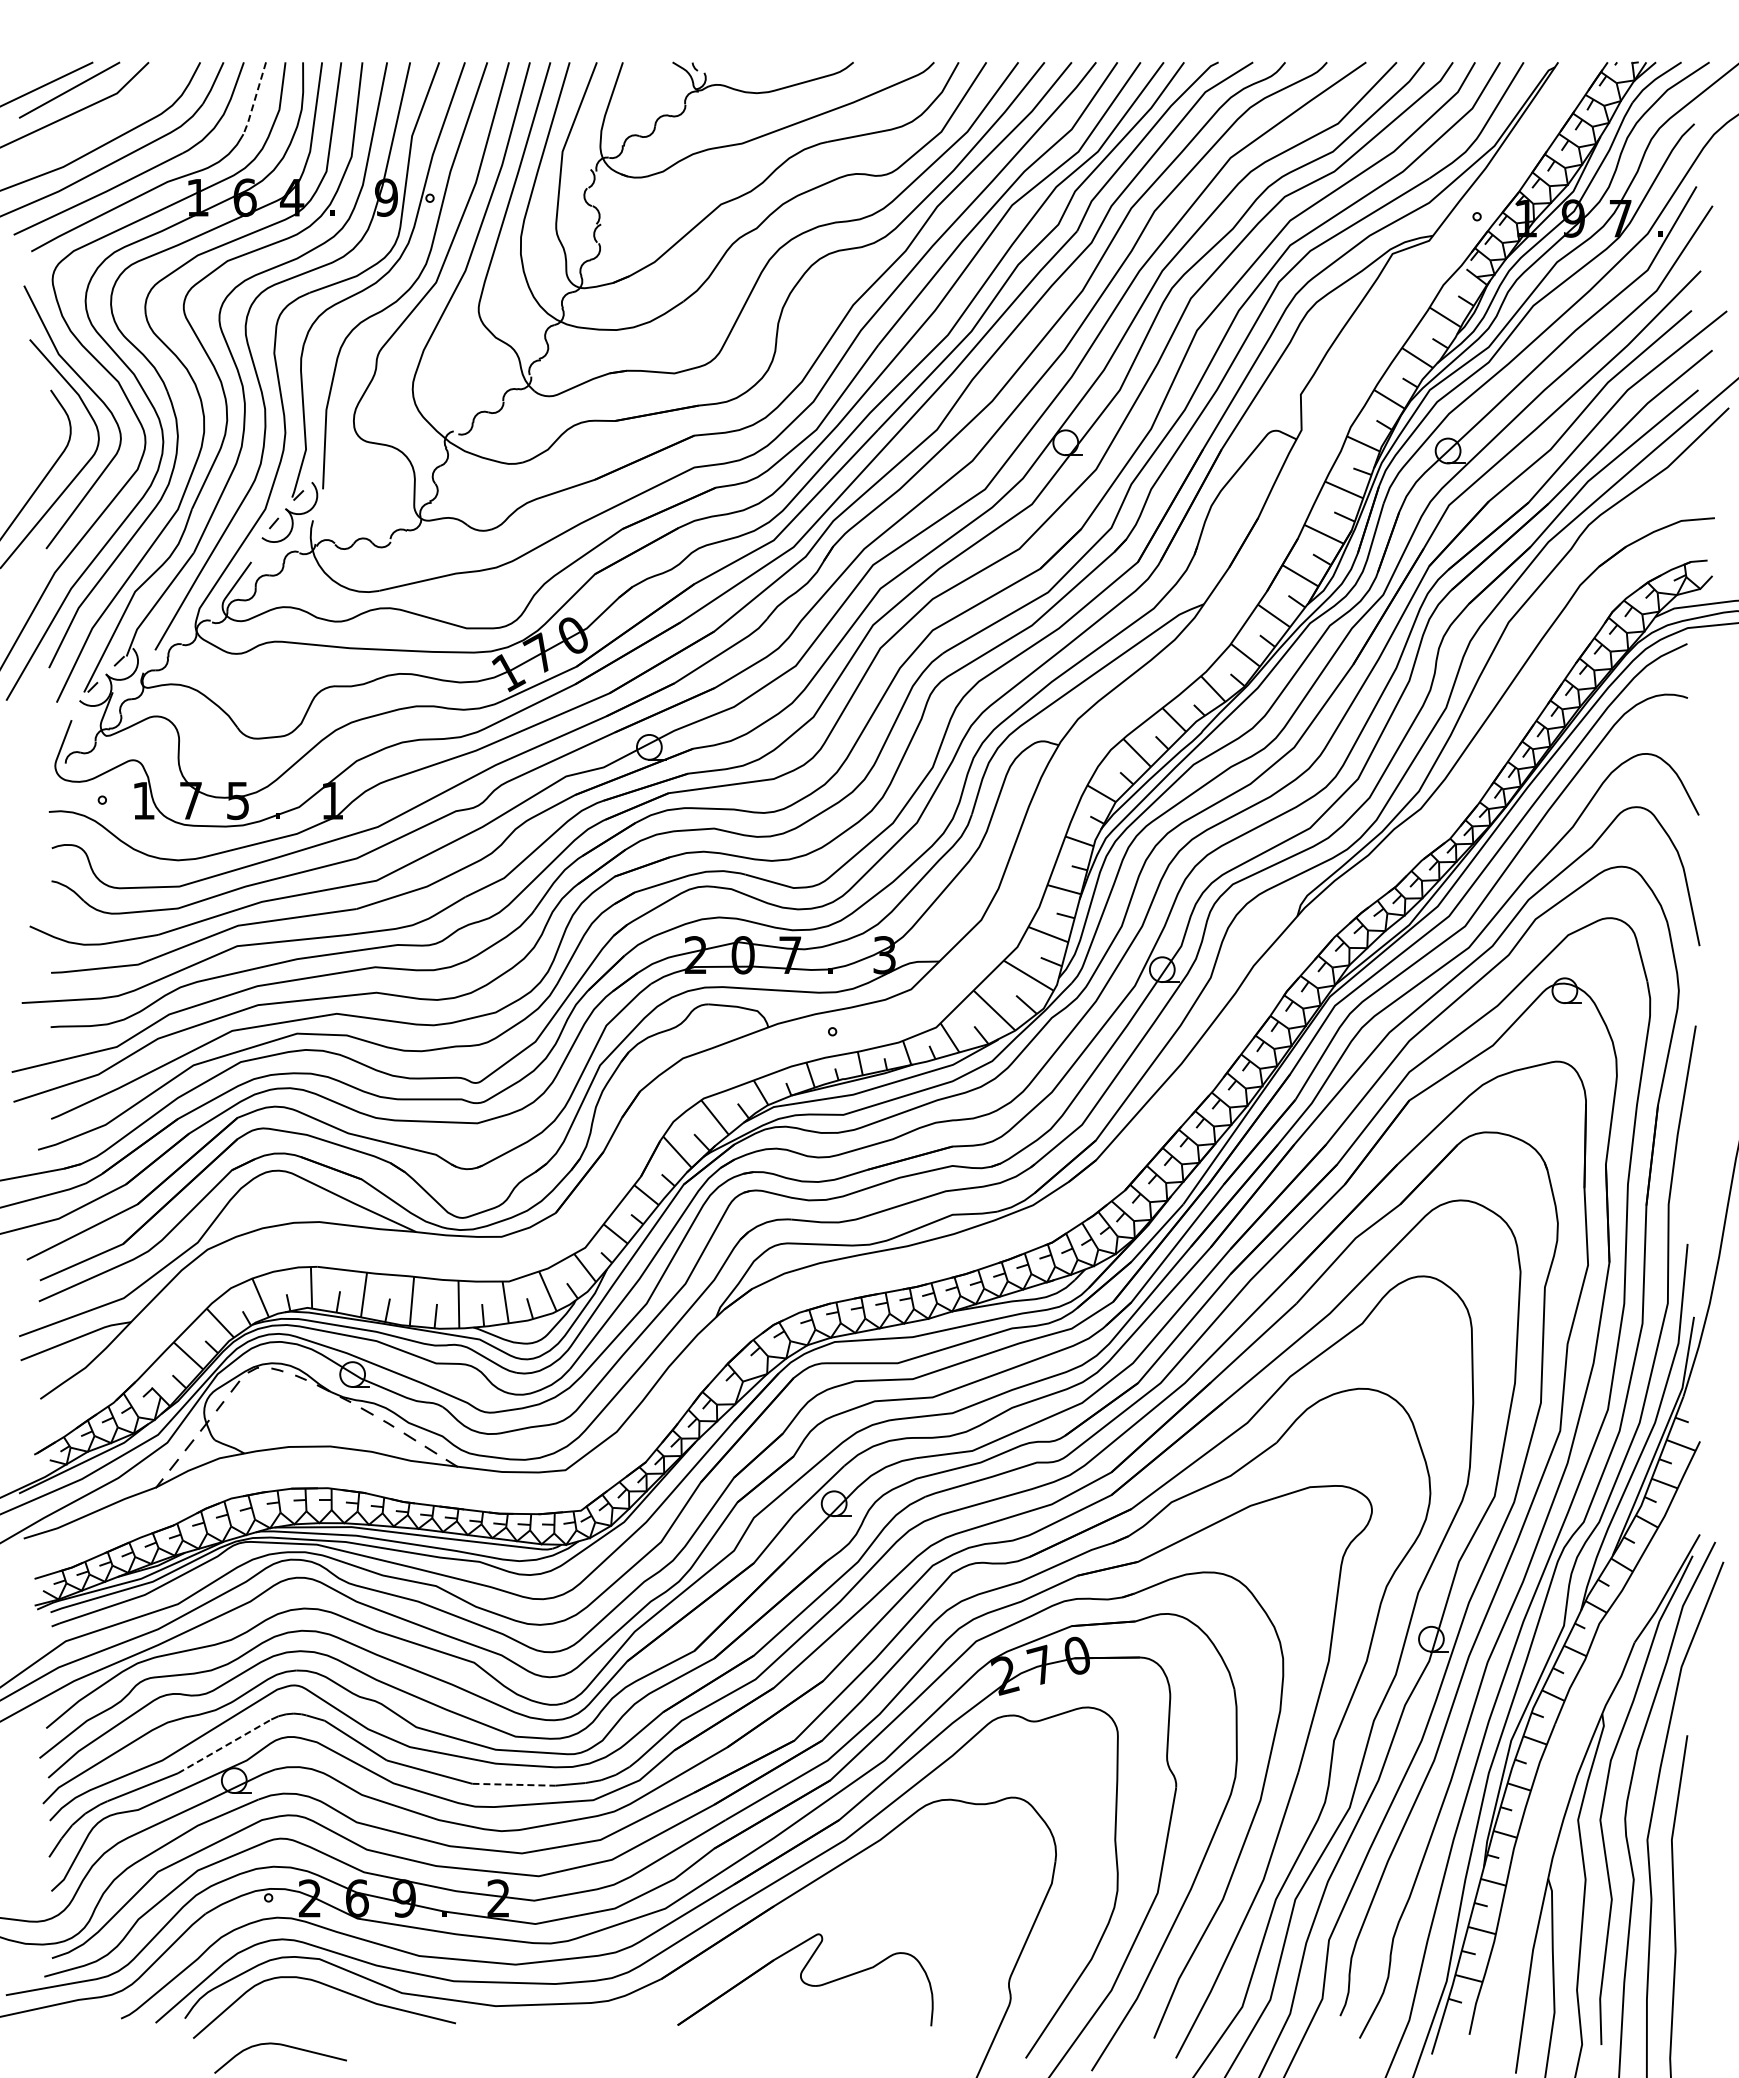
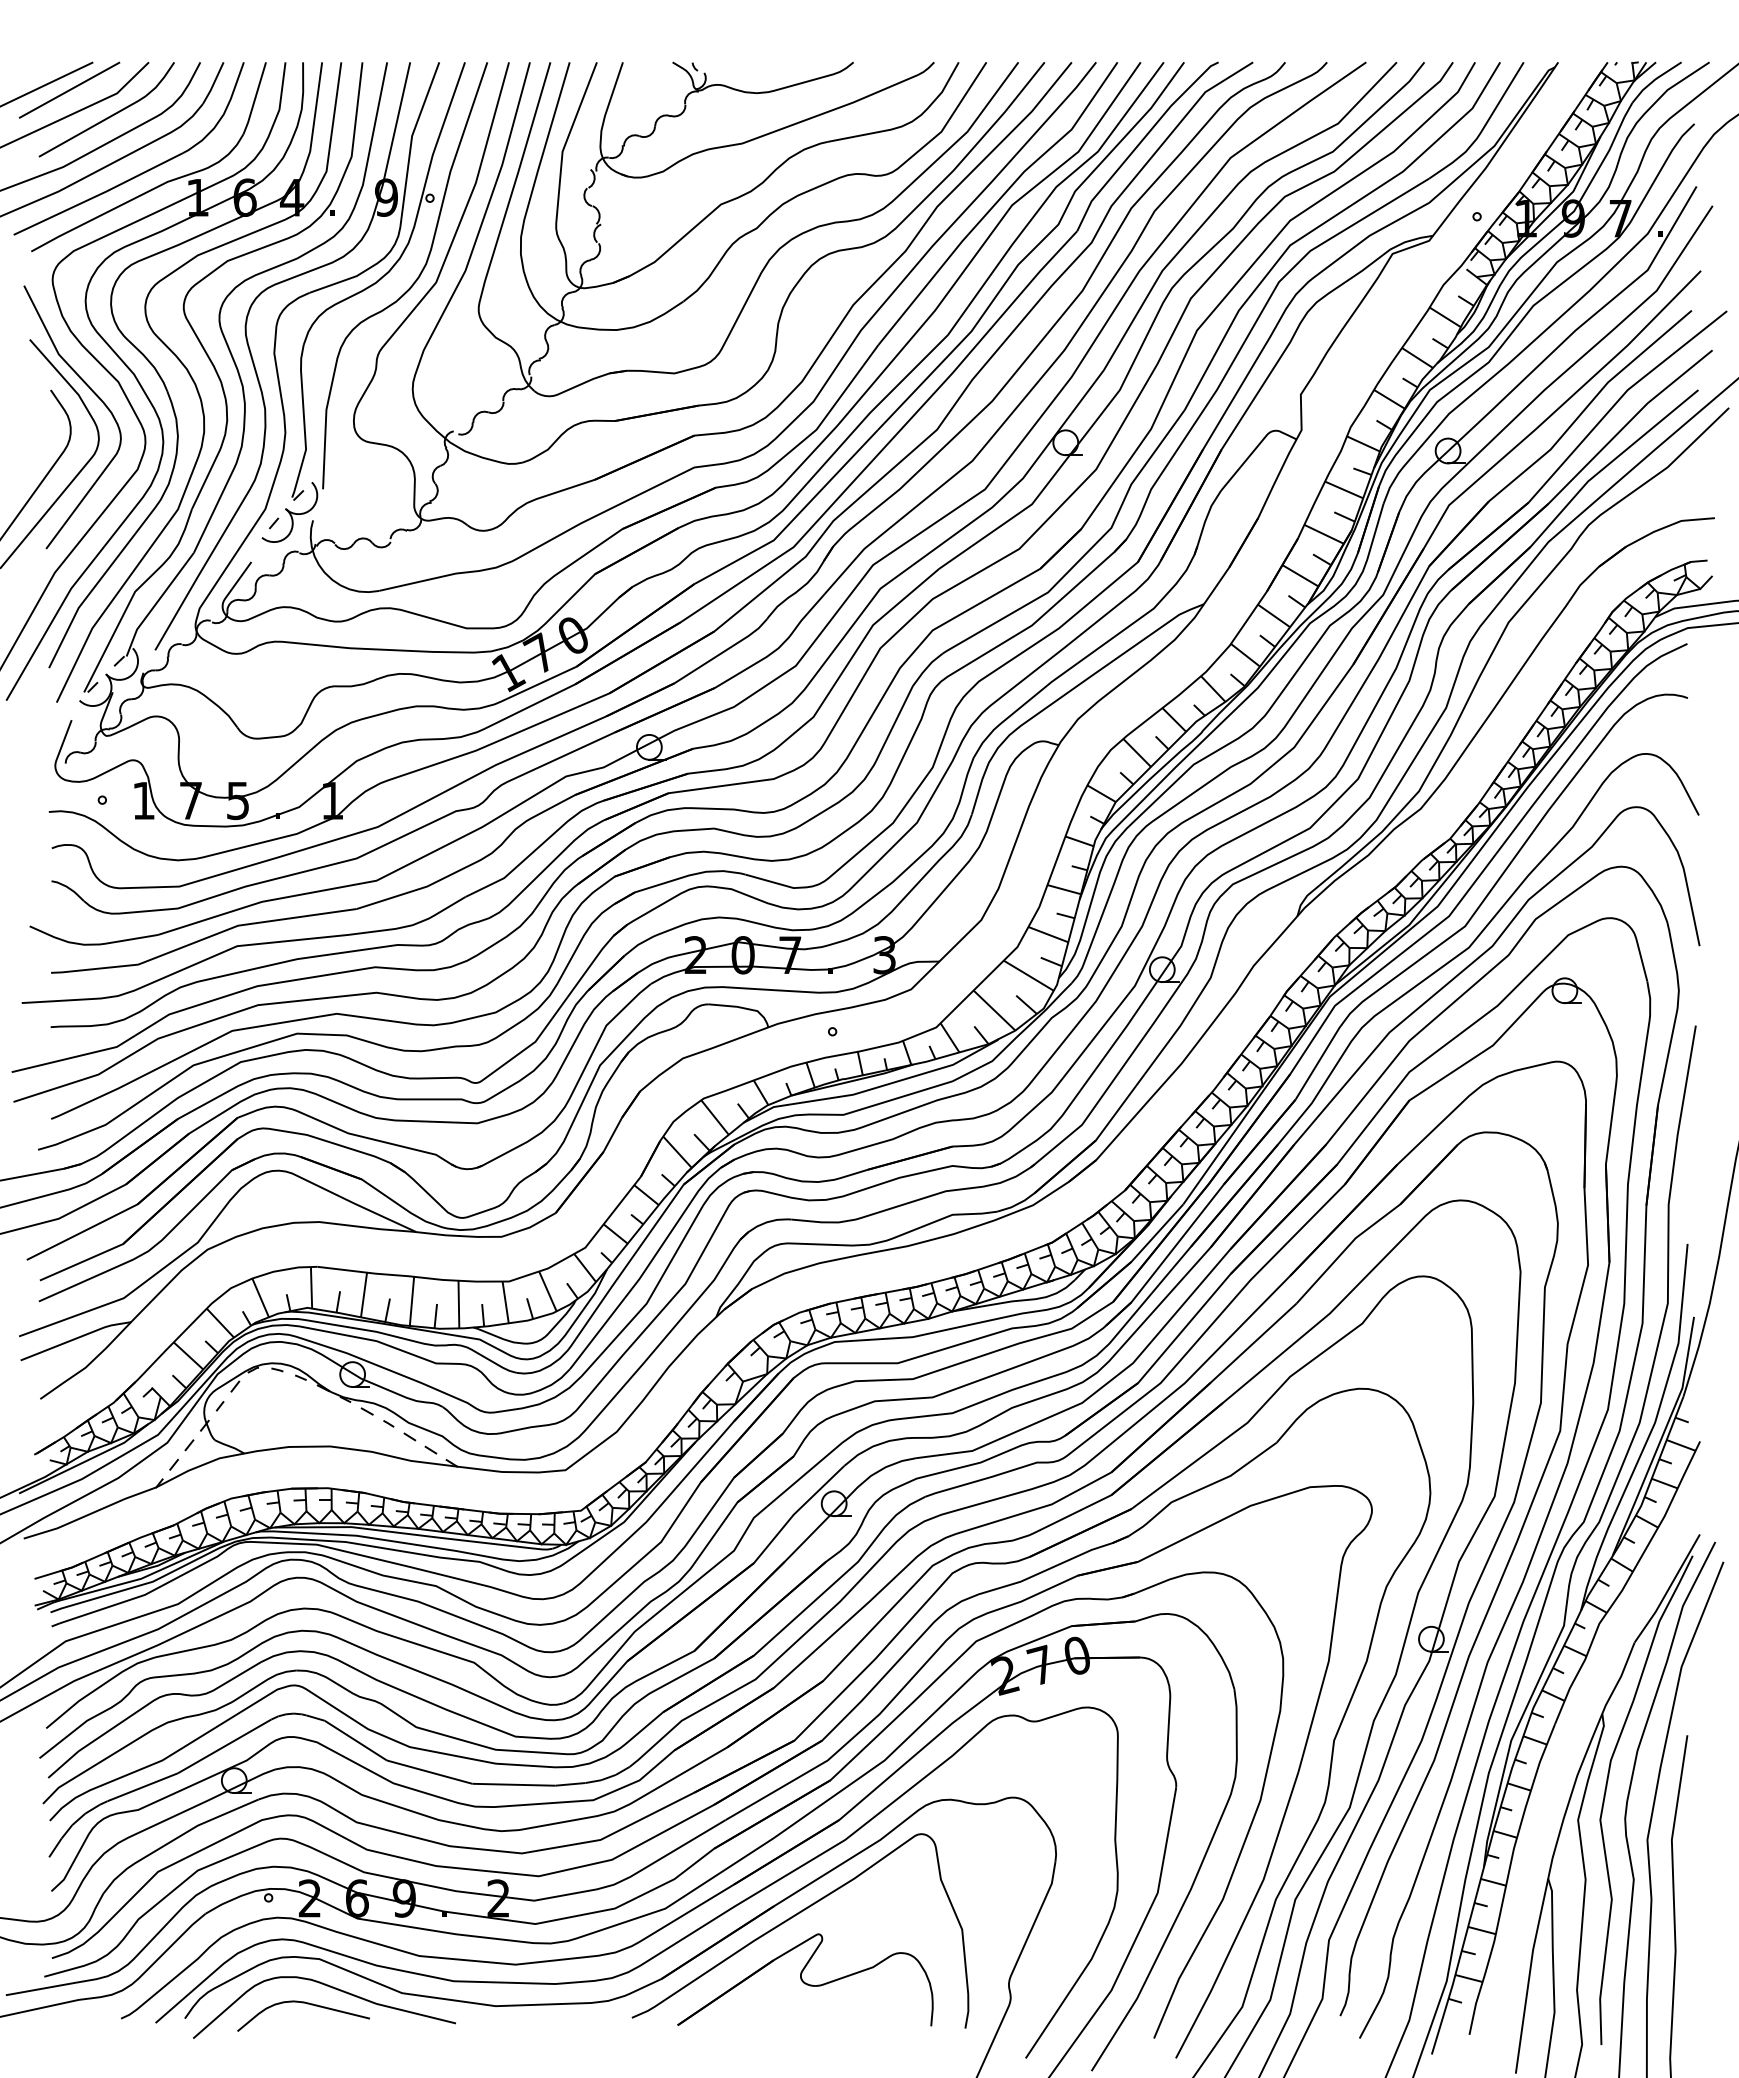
line at (254, 99): dashed -> solid
curve at (110, 115): none -> present
line at (224, 1746): dashed -> solid
line at (514, 1784): dashed -> solid
curve at (792, 1918): none -> present
curve at (284, 2046) position: (284, 2046) -> (307, 2004)
